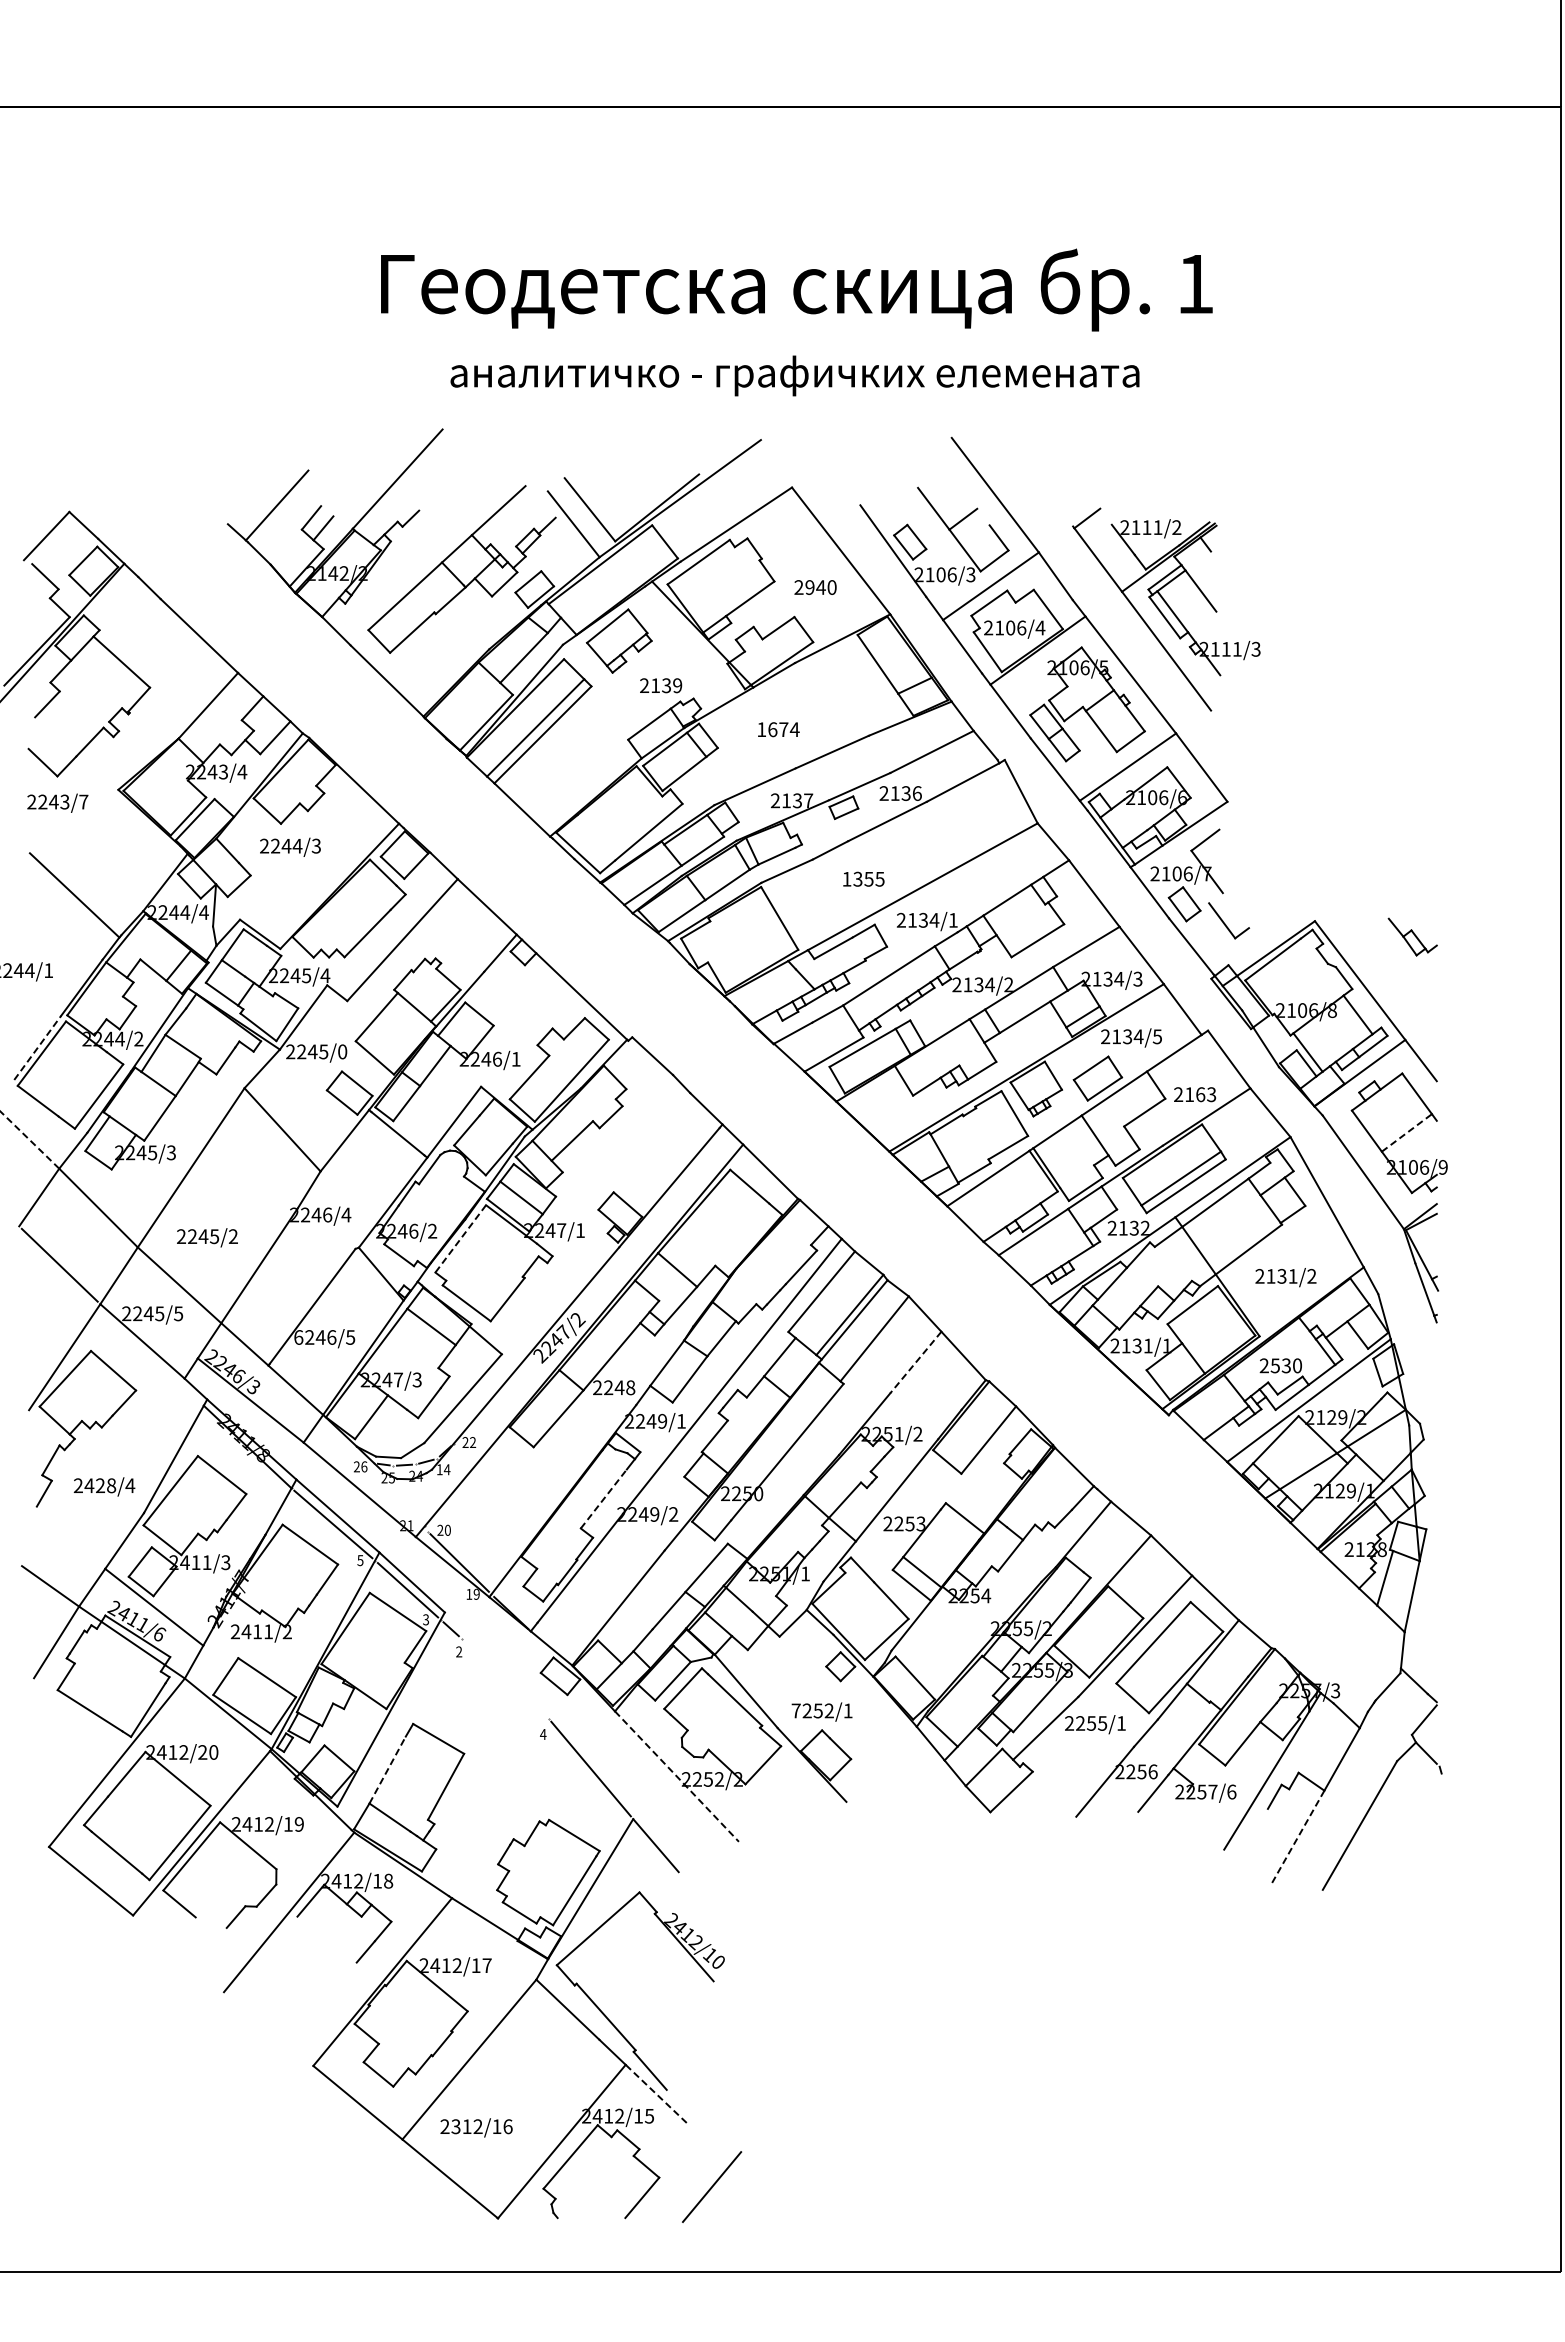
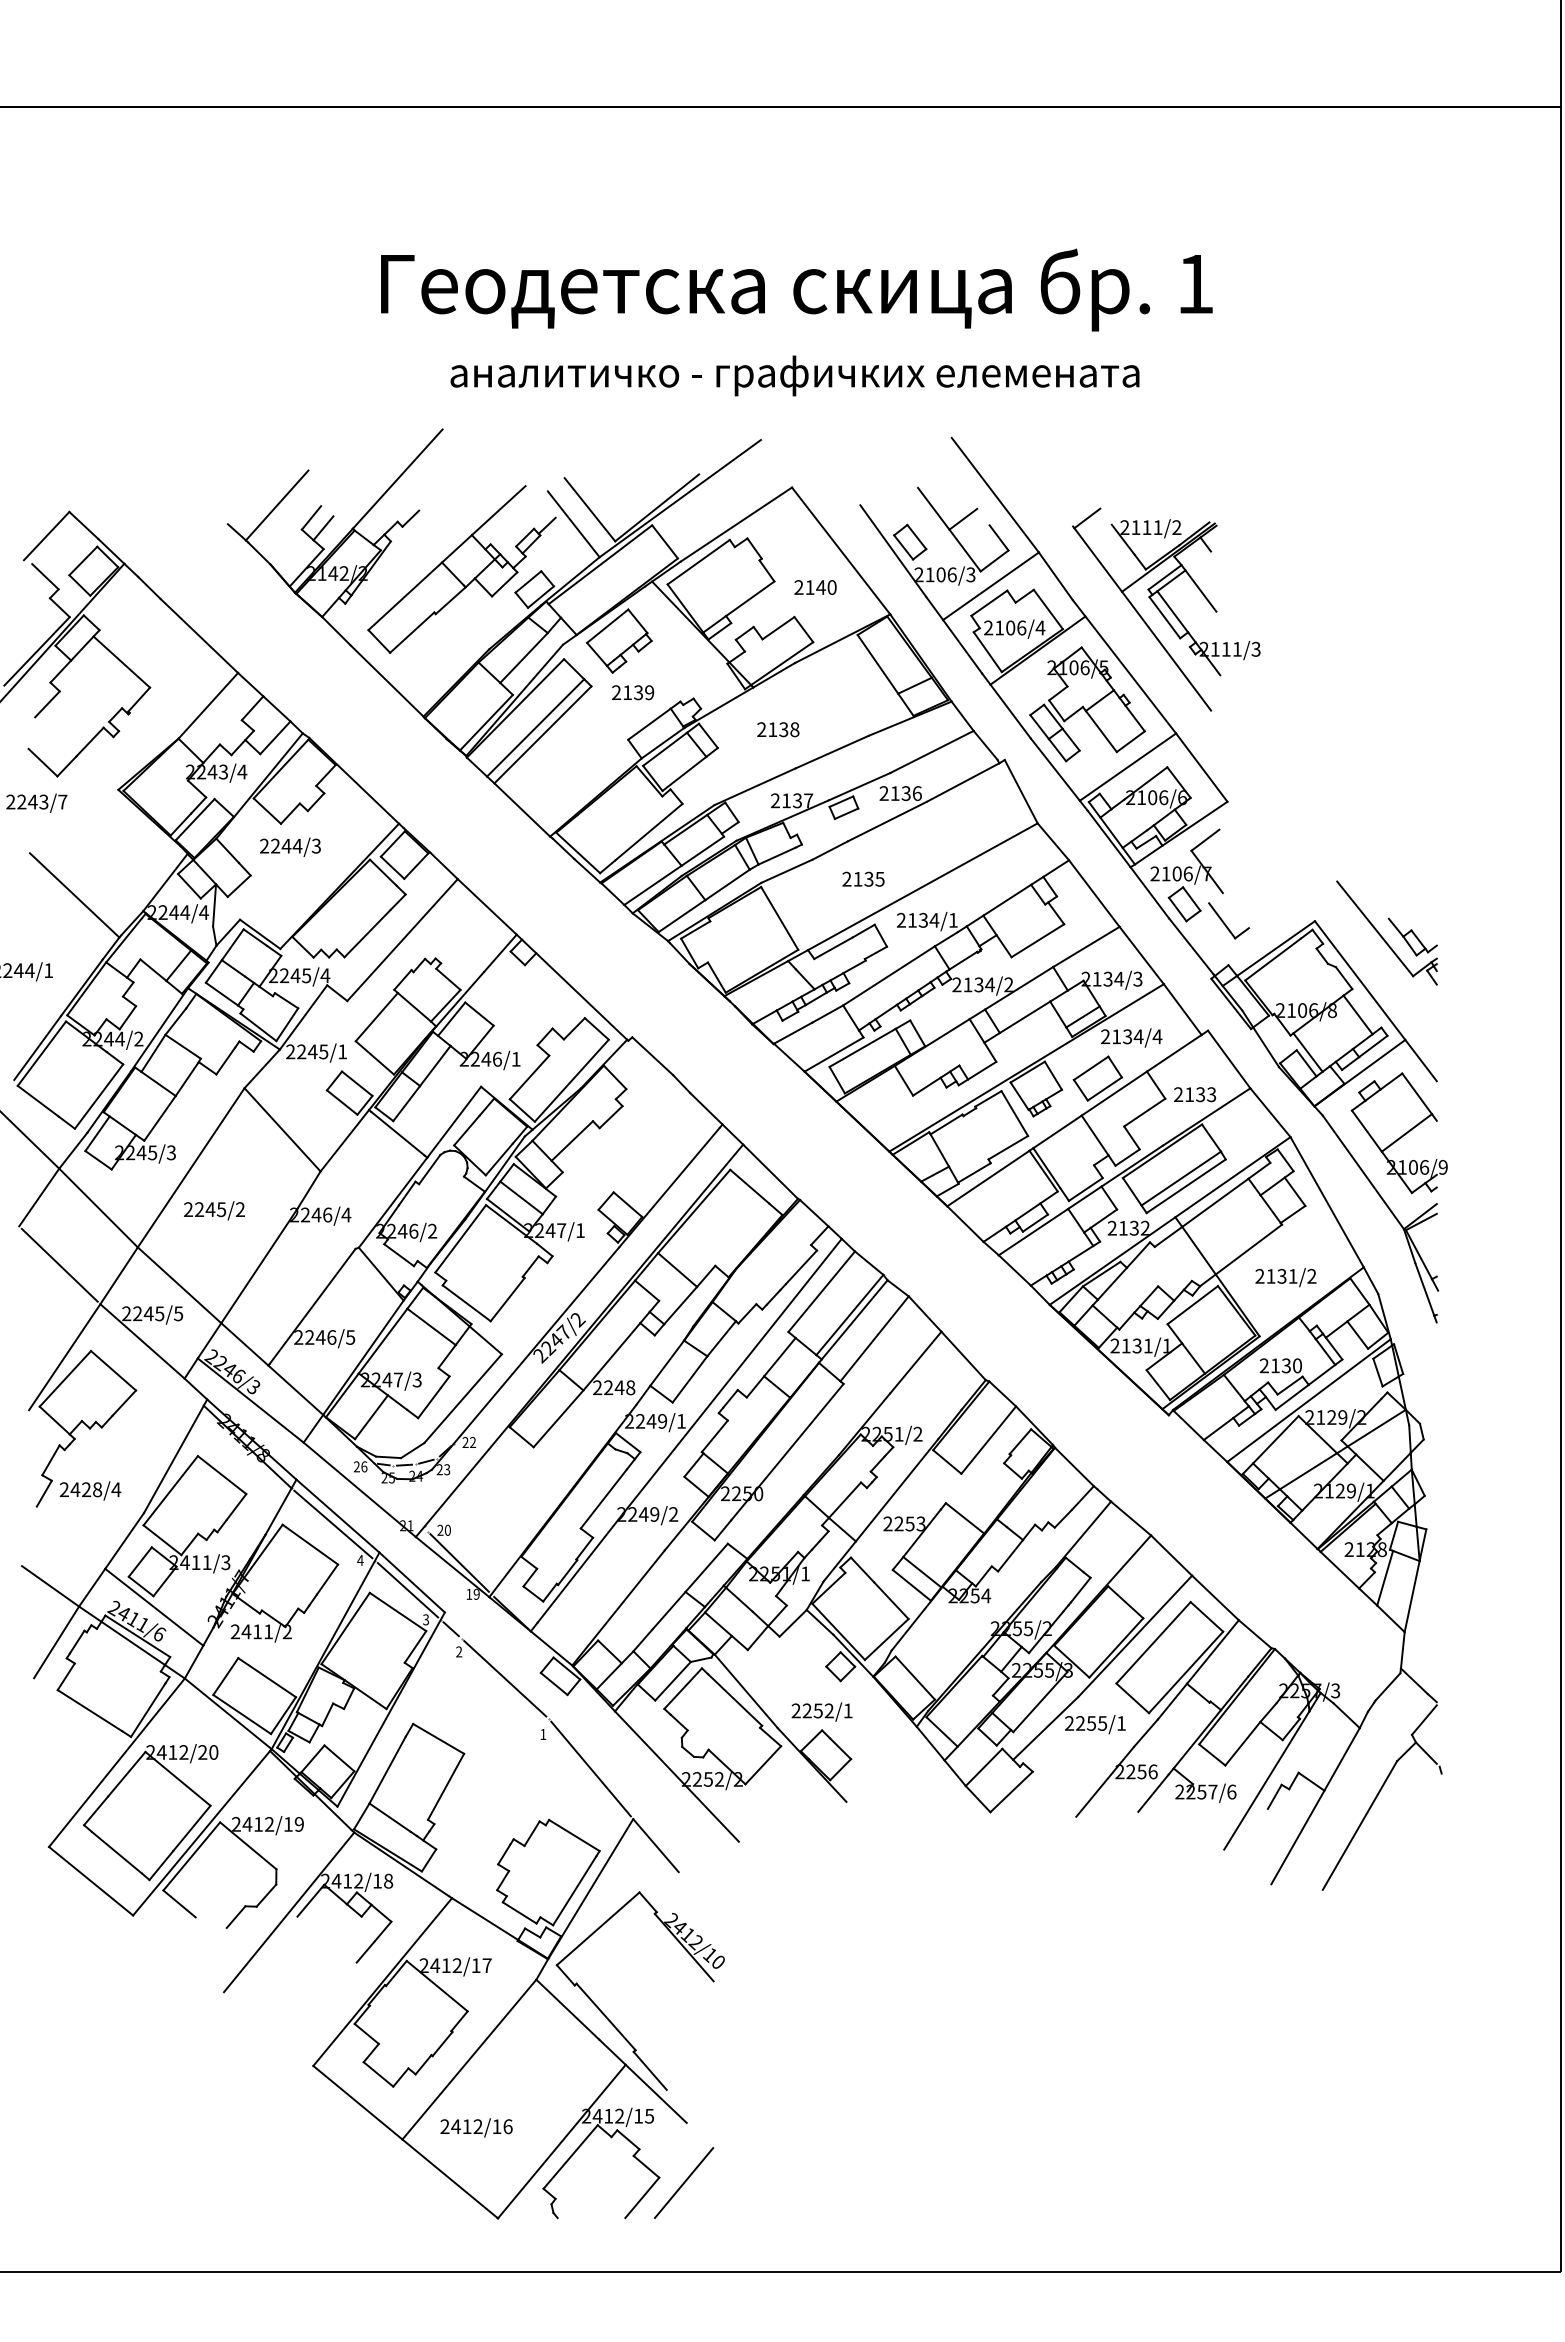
text at (809, 587): 2940 -> 2140
text at (661, 685) position: (661, 685) -> (633, 692)
text at (778, 729): 1674 -> 2138
text at (57, 802) position: (57, 802) -> (36, 802)
text at (857, 878): 1355 -> 2135
part at (1386, 932): none -> present
text at (1157, 1036): 2134/5 -> 2134/4
line at (37, 1047): dashed -> solid
text at (342, 1051): 2245/0 -> 2245/1
text at (1200, 1094): 2163 -> 2133
line at (1407, 1132): dashed -> solid
line at (29, 1140): dashed -> solid
text at (207, 1237) position: (207, 1237) -> (214, 1210)
line at (460, 1239): dashed -> solid
text at (298, 1337): 6246/5 -> 2246/5
line at (915, 1362): dashed -> solid
text at (1274, 1365): 2530 -> 2130
text at (443, 1469): 14 -> 23
text at (104, 1486) position: (104, 1486) -> (90, 1490)
line at (604, 1498): dashed -> solid
text at (360, 1560): 5 -> 4
line at (505, 1678): none -> present
text at (795, 1710): 7252/1 -> 2252/1
text at (543, 1734): 4 -> 1
line at (387, 1769): dashed -> solid
line at (676, 1776): dashed -> solid
line at (1297, 1837): dashed -> solid
line at (655, 2093): dashed -> solid
text at (455, 2126): 2312/16 -> 2412/16
line at (712, 2186) position: (712, 2186) -> (684, 2182)
